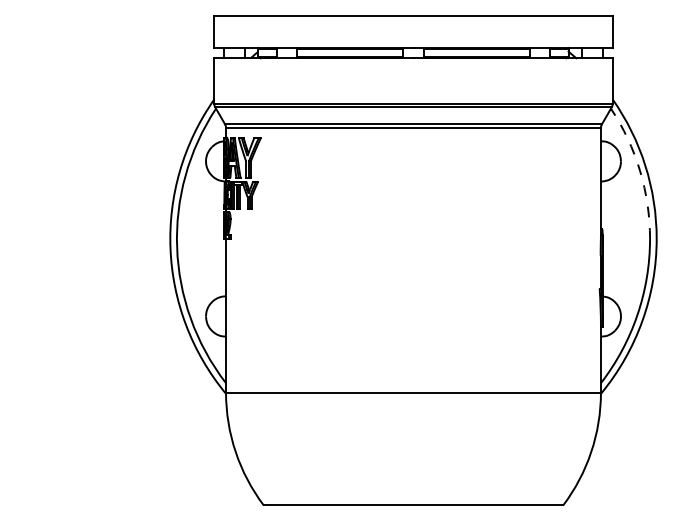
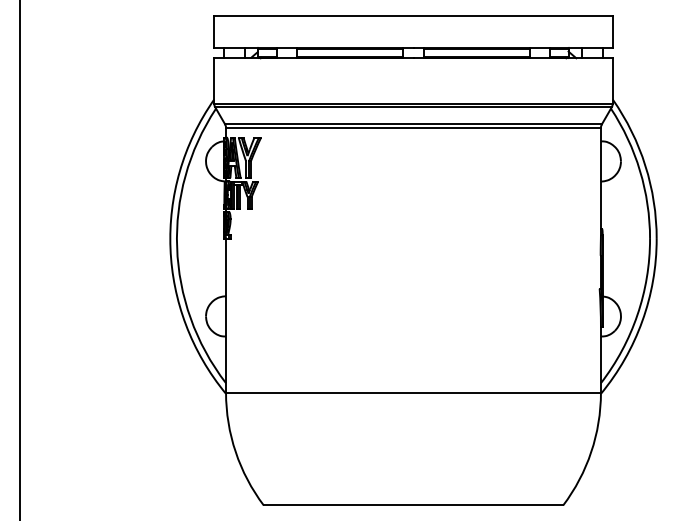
arc at (640, 170): dashed -> solid
line at (20, 259): none -> present
